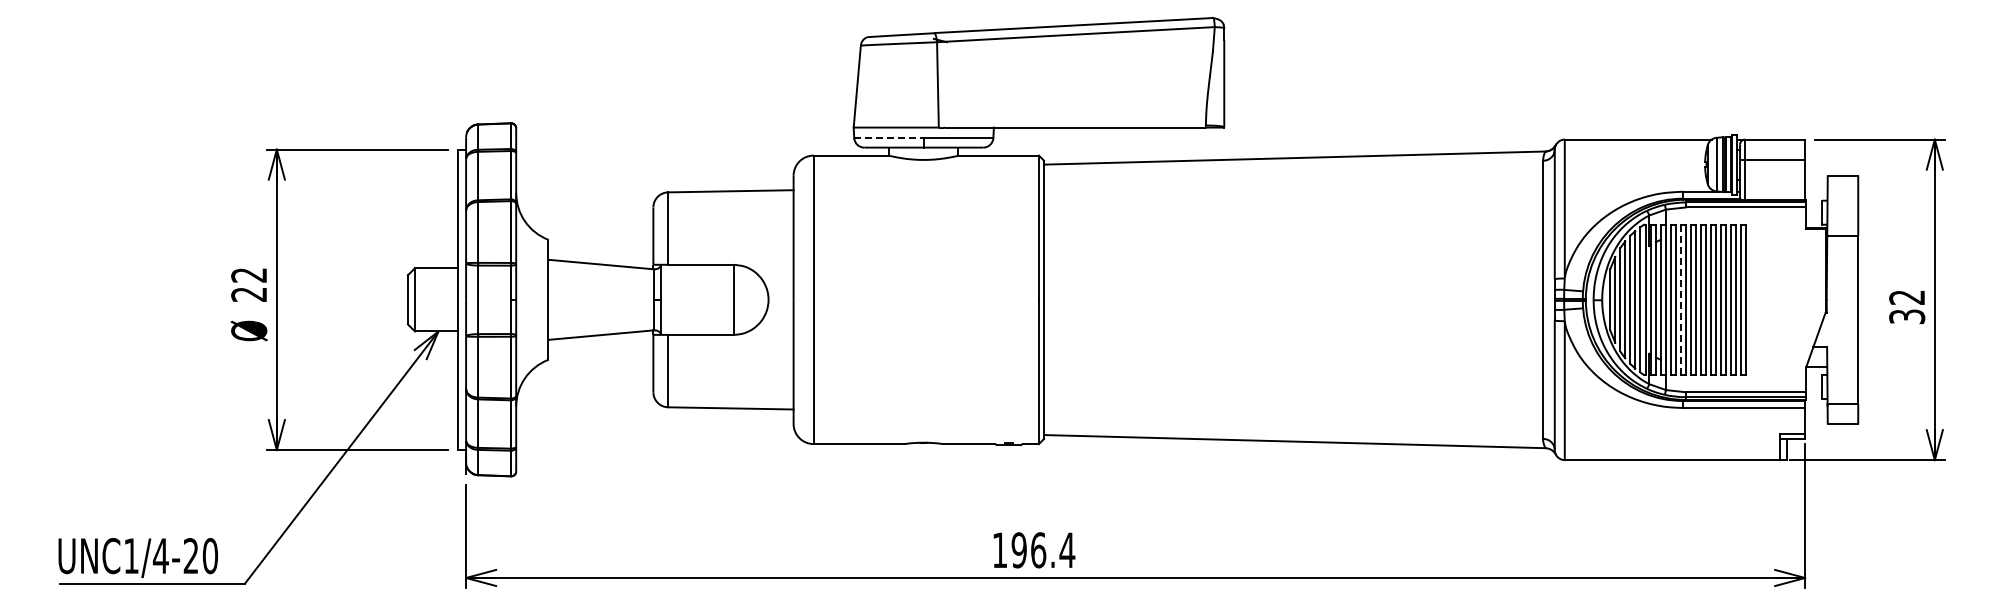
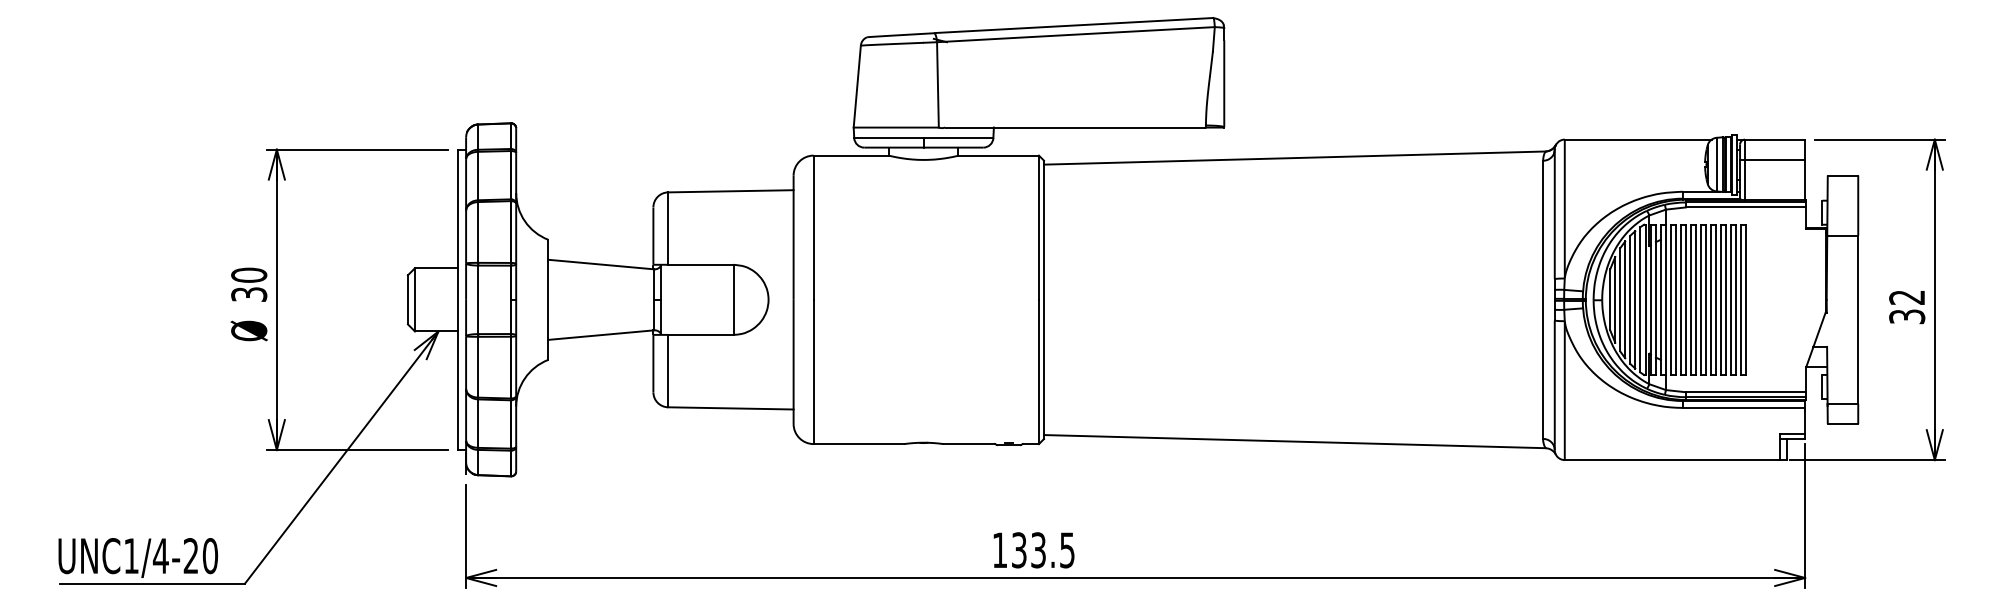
line at (889, 138): dashed -> solid
text at (249, 284): 22 -> 30
line at (1680, 299): dashed -> solid
text at (1043, 550): 196.4 -> 133.5
